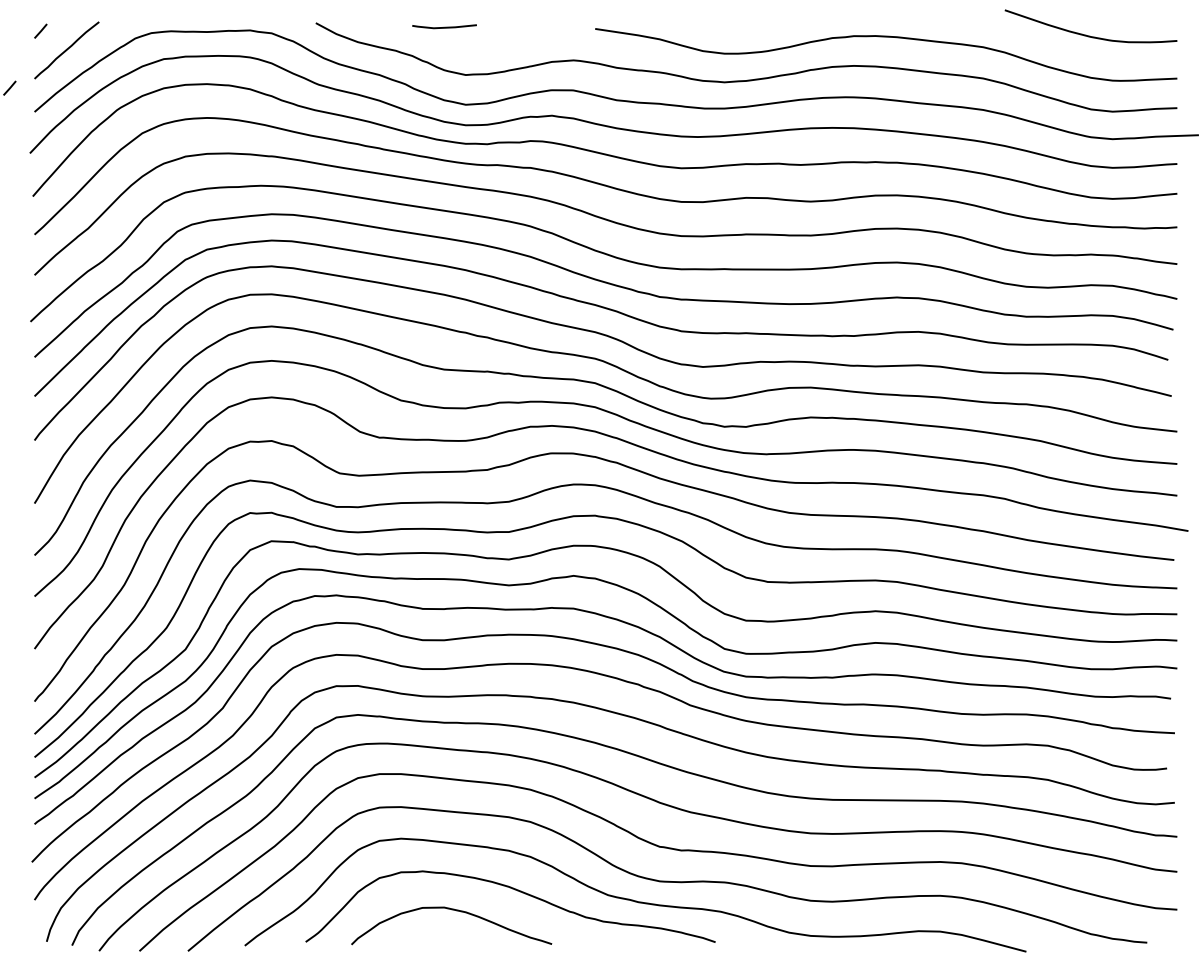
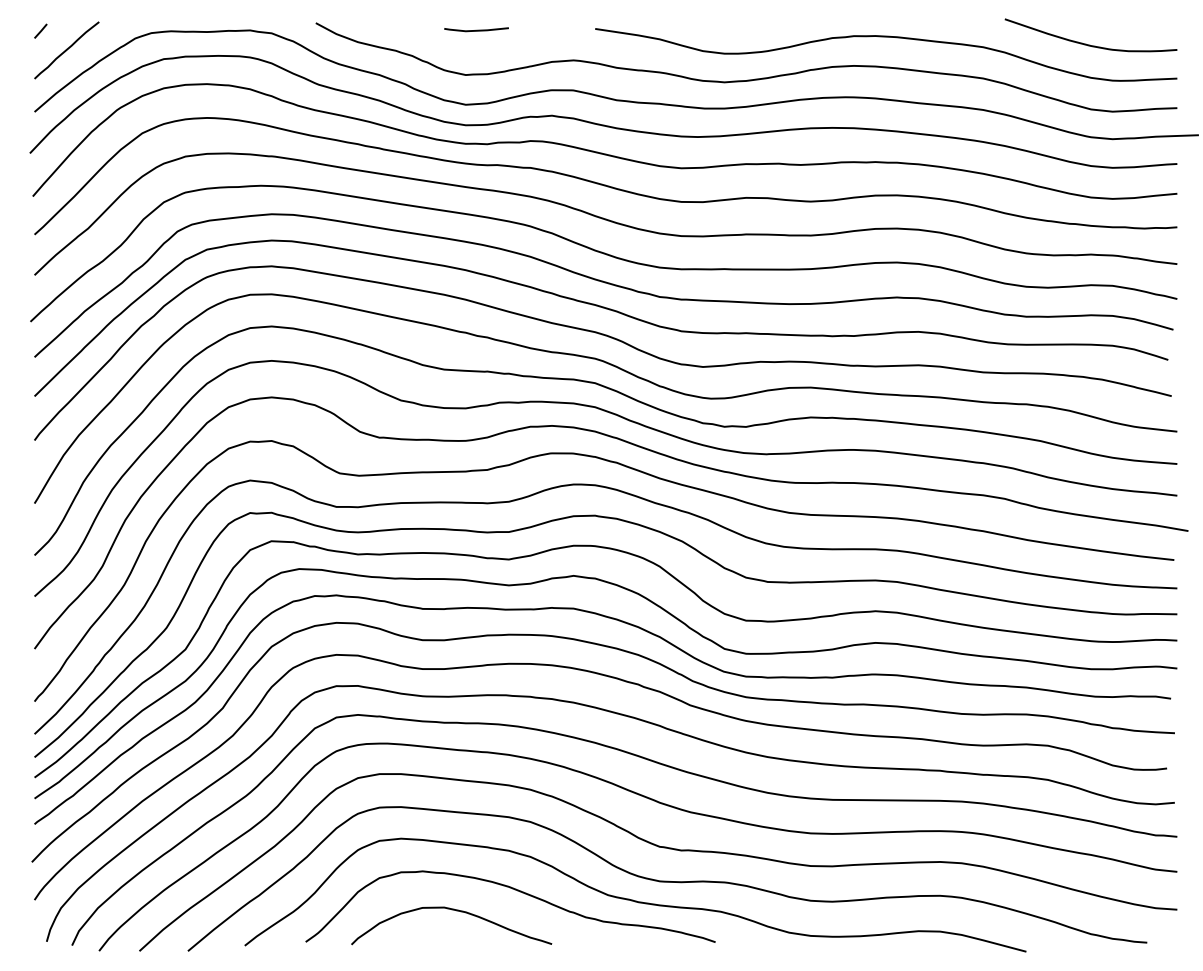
line at (444, 26) position: (444, 26) -> (476, 29)
curve at (1086, 34) position: (1086, 34) -> (1086, 43)
line at (9, 87): present -> none
